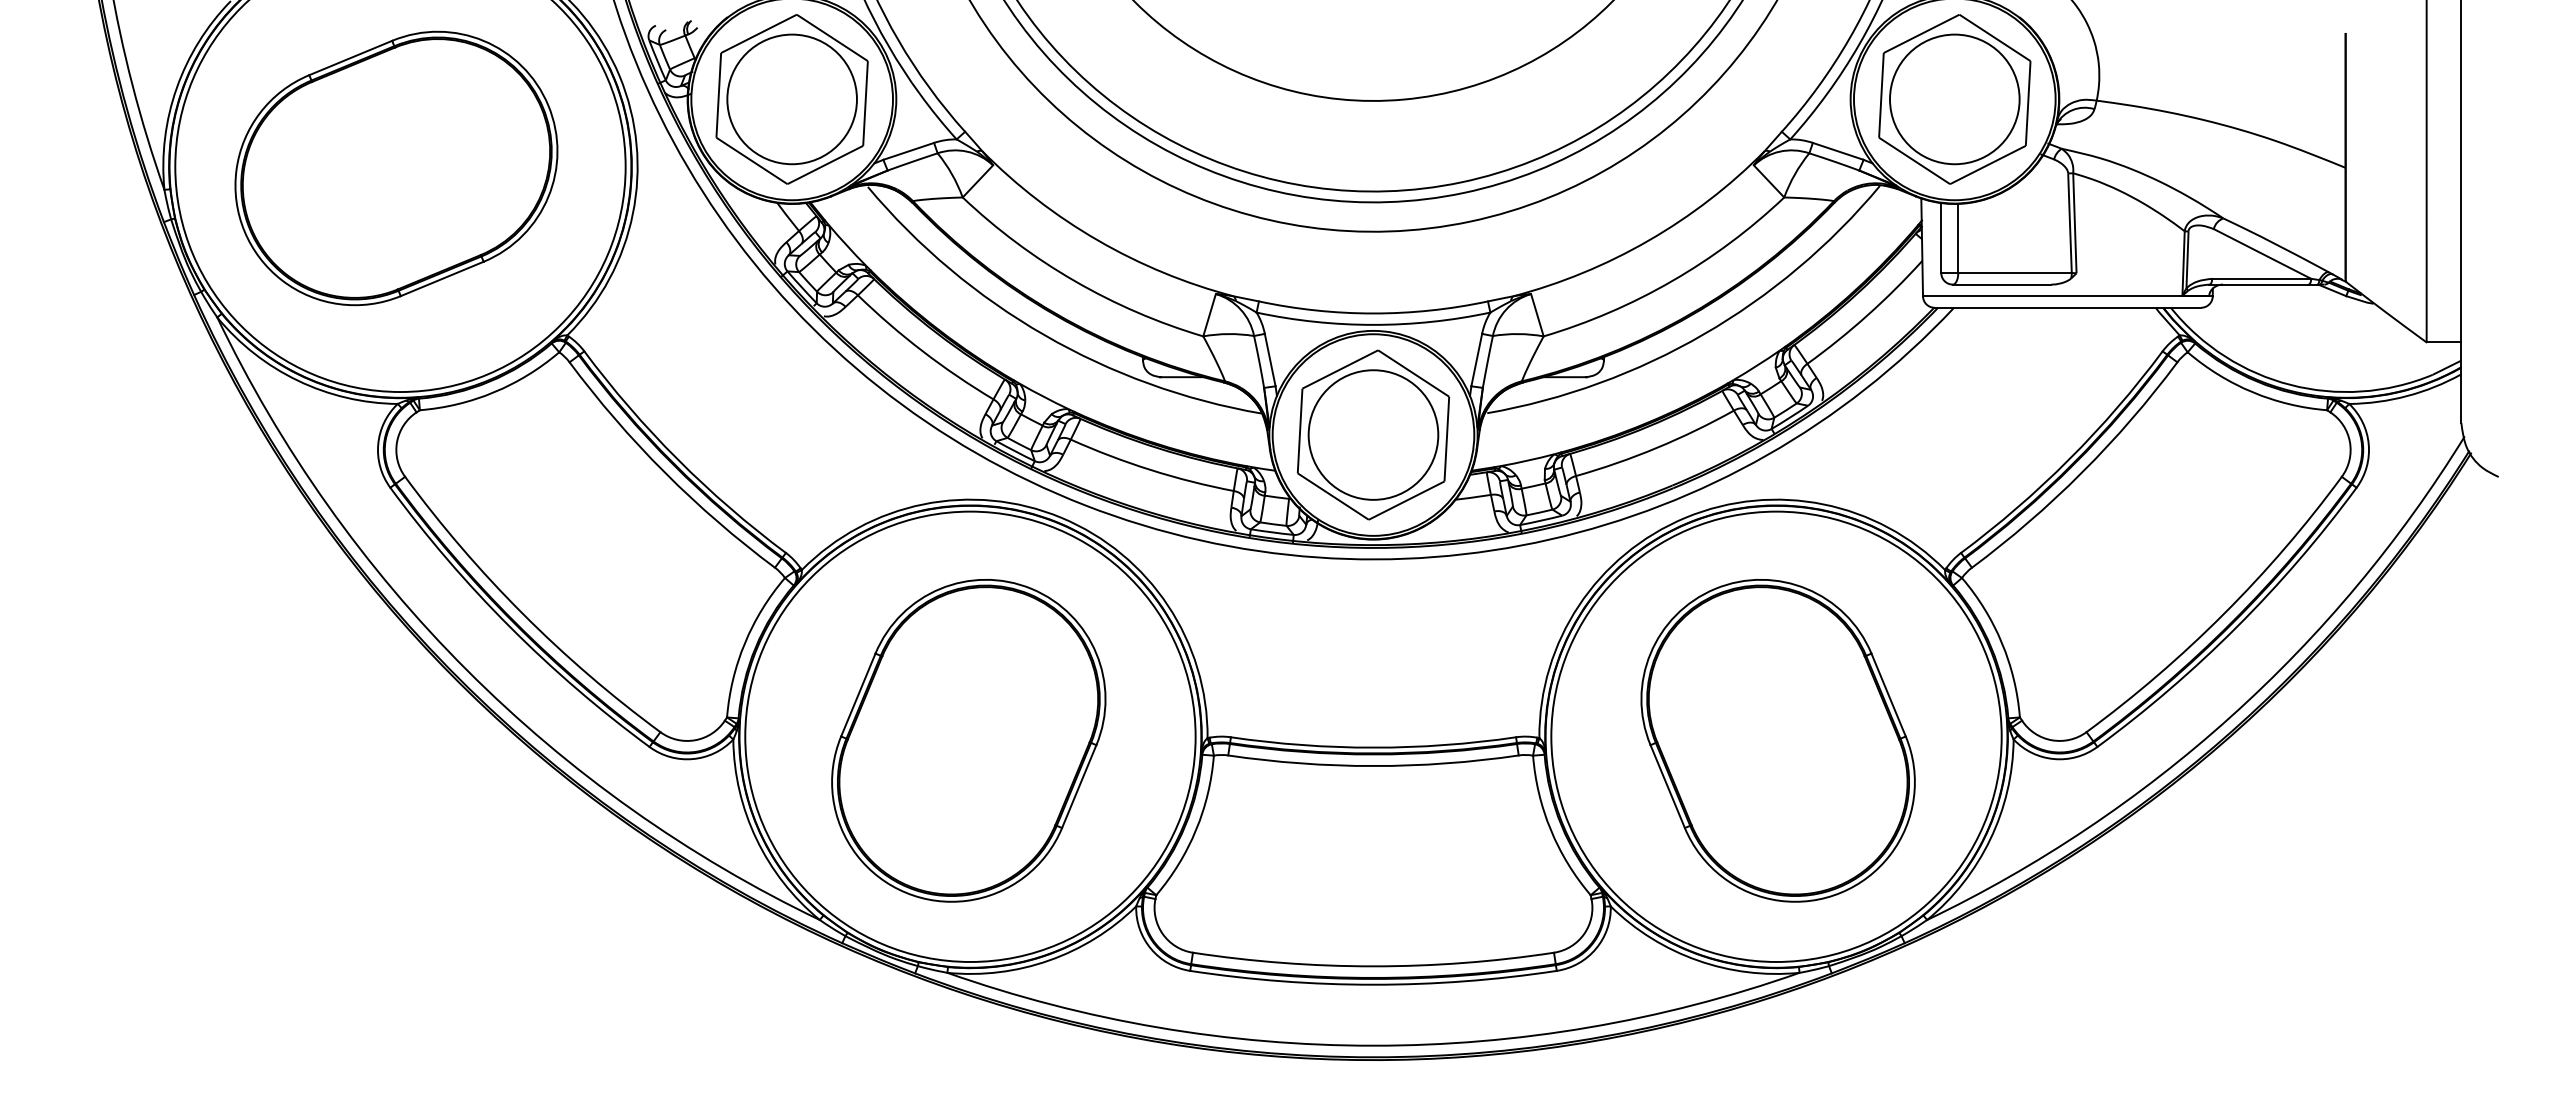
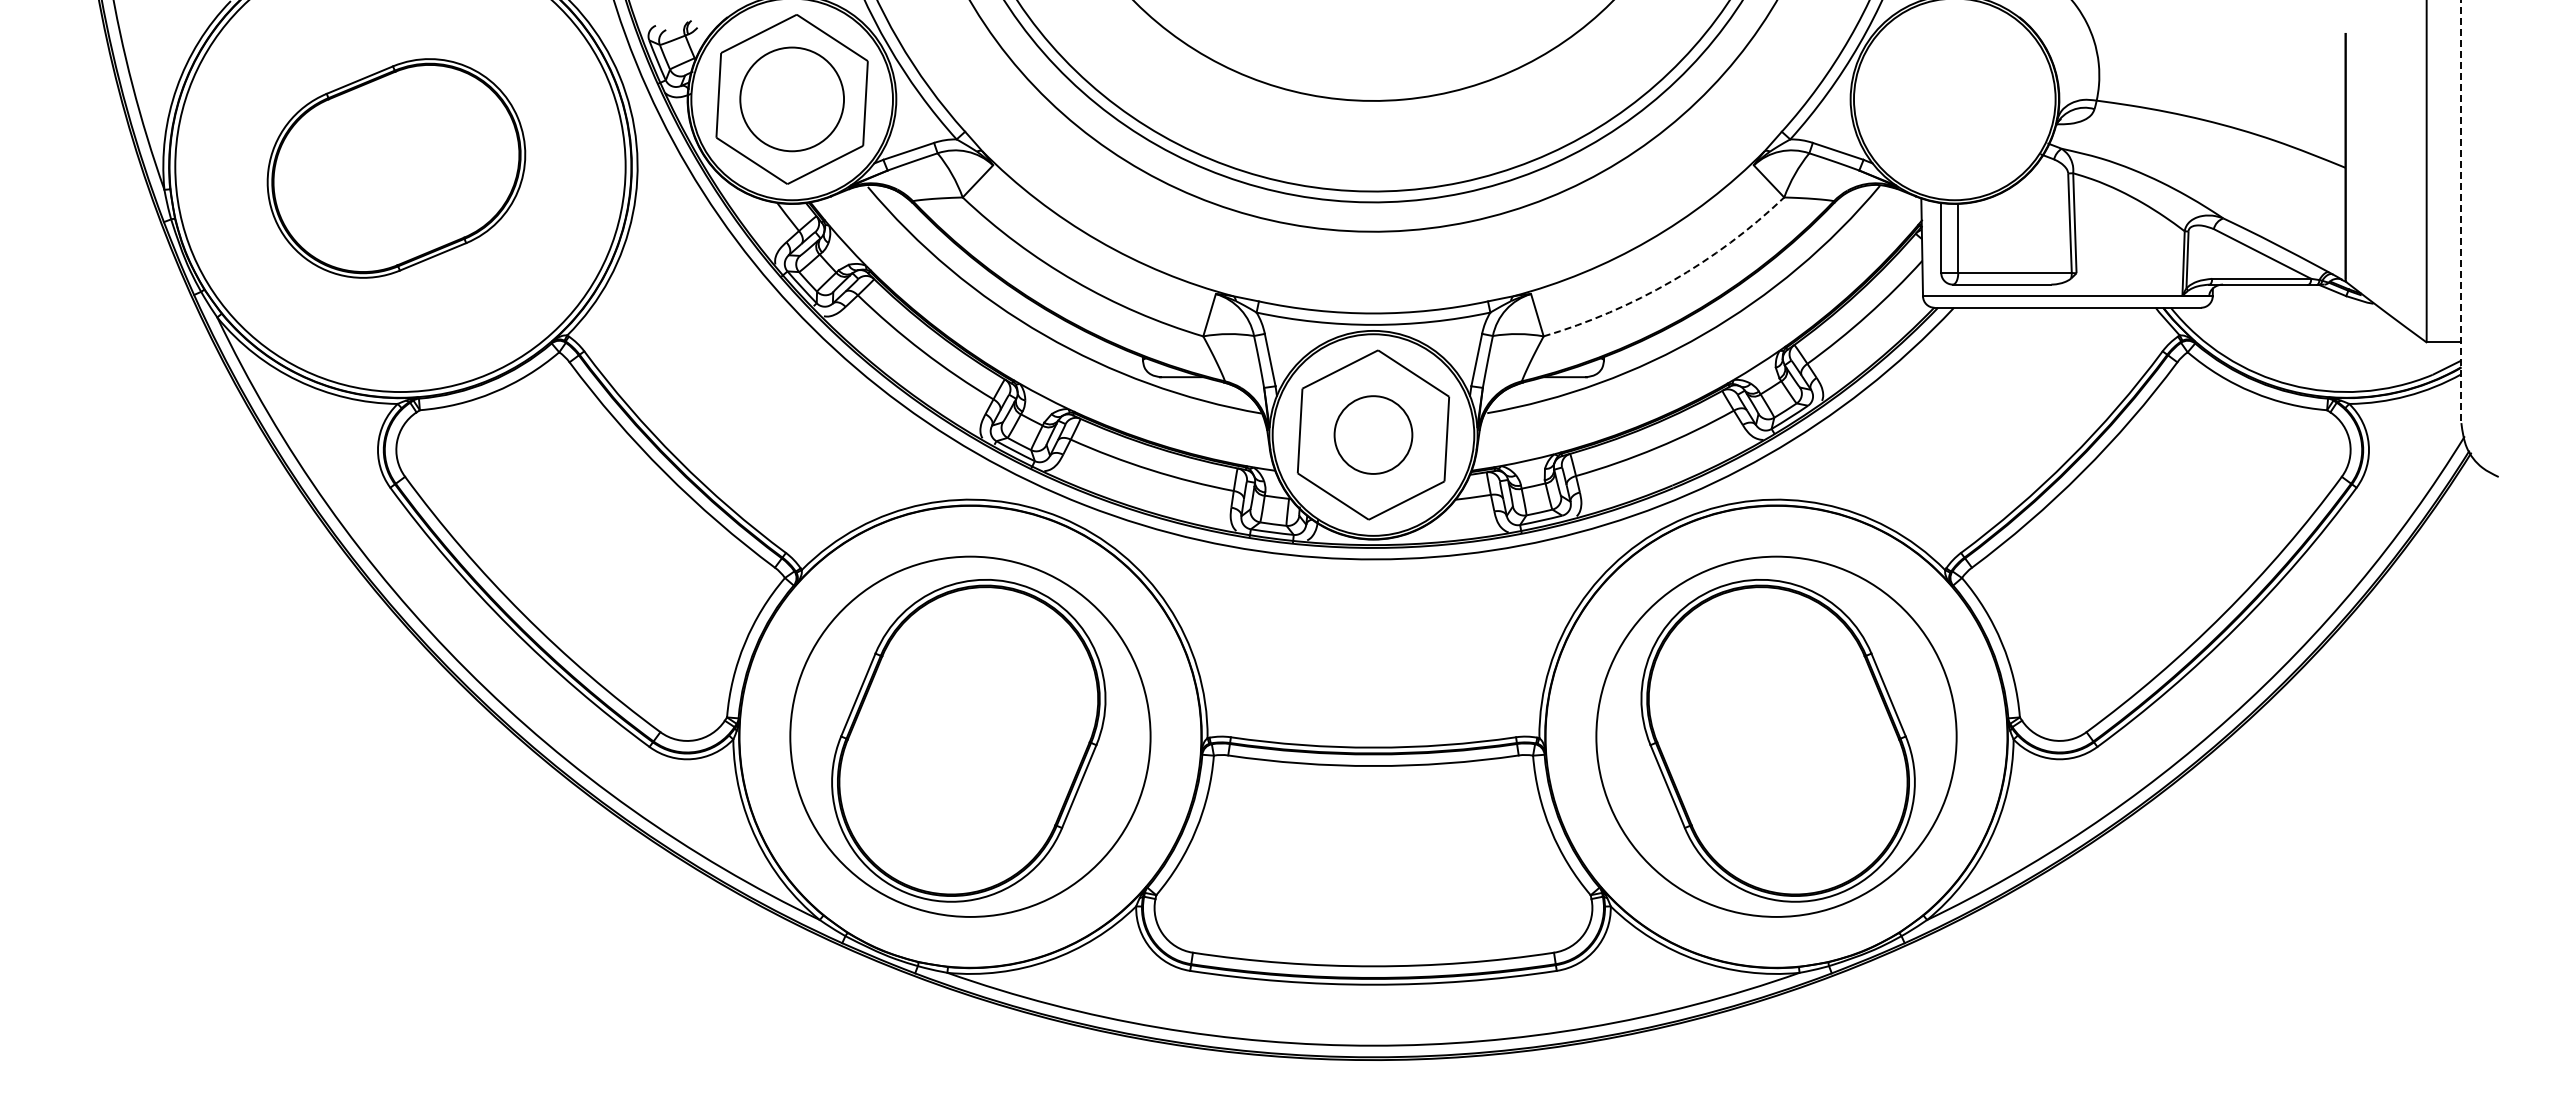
circle at (791, 99) diameter: 130 px -> 104 px
part at (1954, 99): present -> none
part at (396, 168) size: 325x277 px -> 261x221 px
line at (2461, 212): solid -> dashed
arc at (1672, 281): solid -> dashed
circle at (1373, 434) diameter: 130 px -> 78 px
circle at (970, 736) diameter: 450 px -> 360 px
circle at (1776, 736) diameter: 450 px -> 360 px
